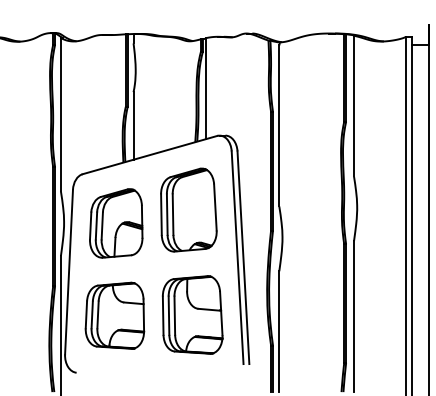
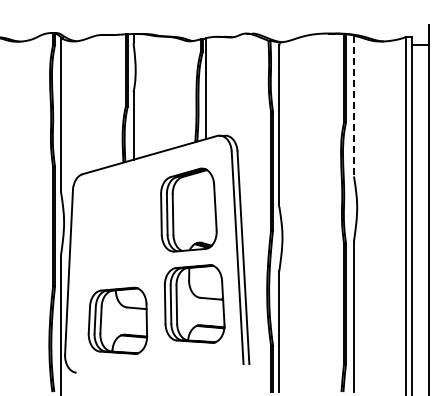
line at (354, 106): solid -> dashed
part at (116, 223): present -> none
part at (192, 314) position: (192, 314) -> (194, 303)
part at (114, 315) position: (114, 315) -> (117, 320)
